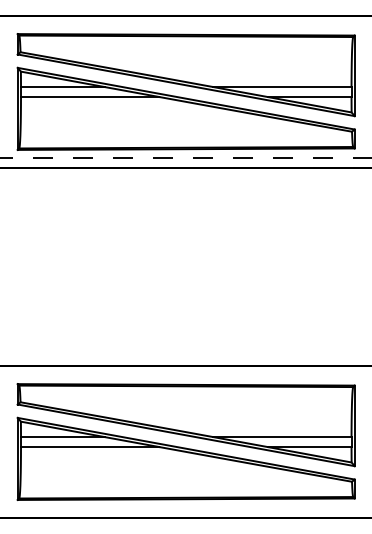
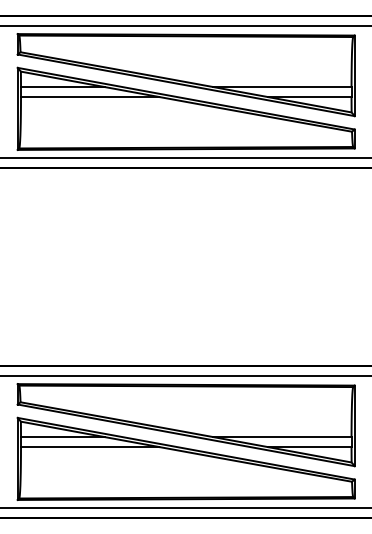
line at (185, 26): none -> present
line at (185, 157): dashed -> solid
line at (185, 376): none -> present
line at (185, 507): none -> present
